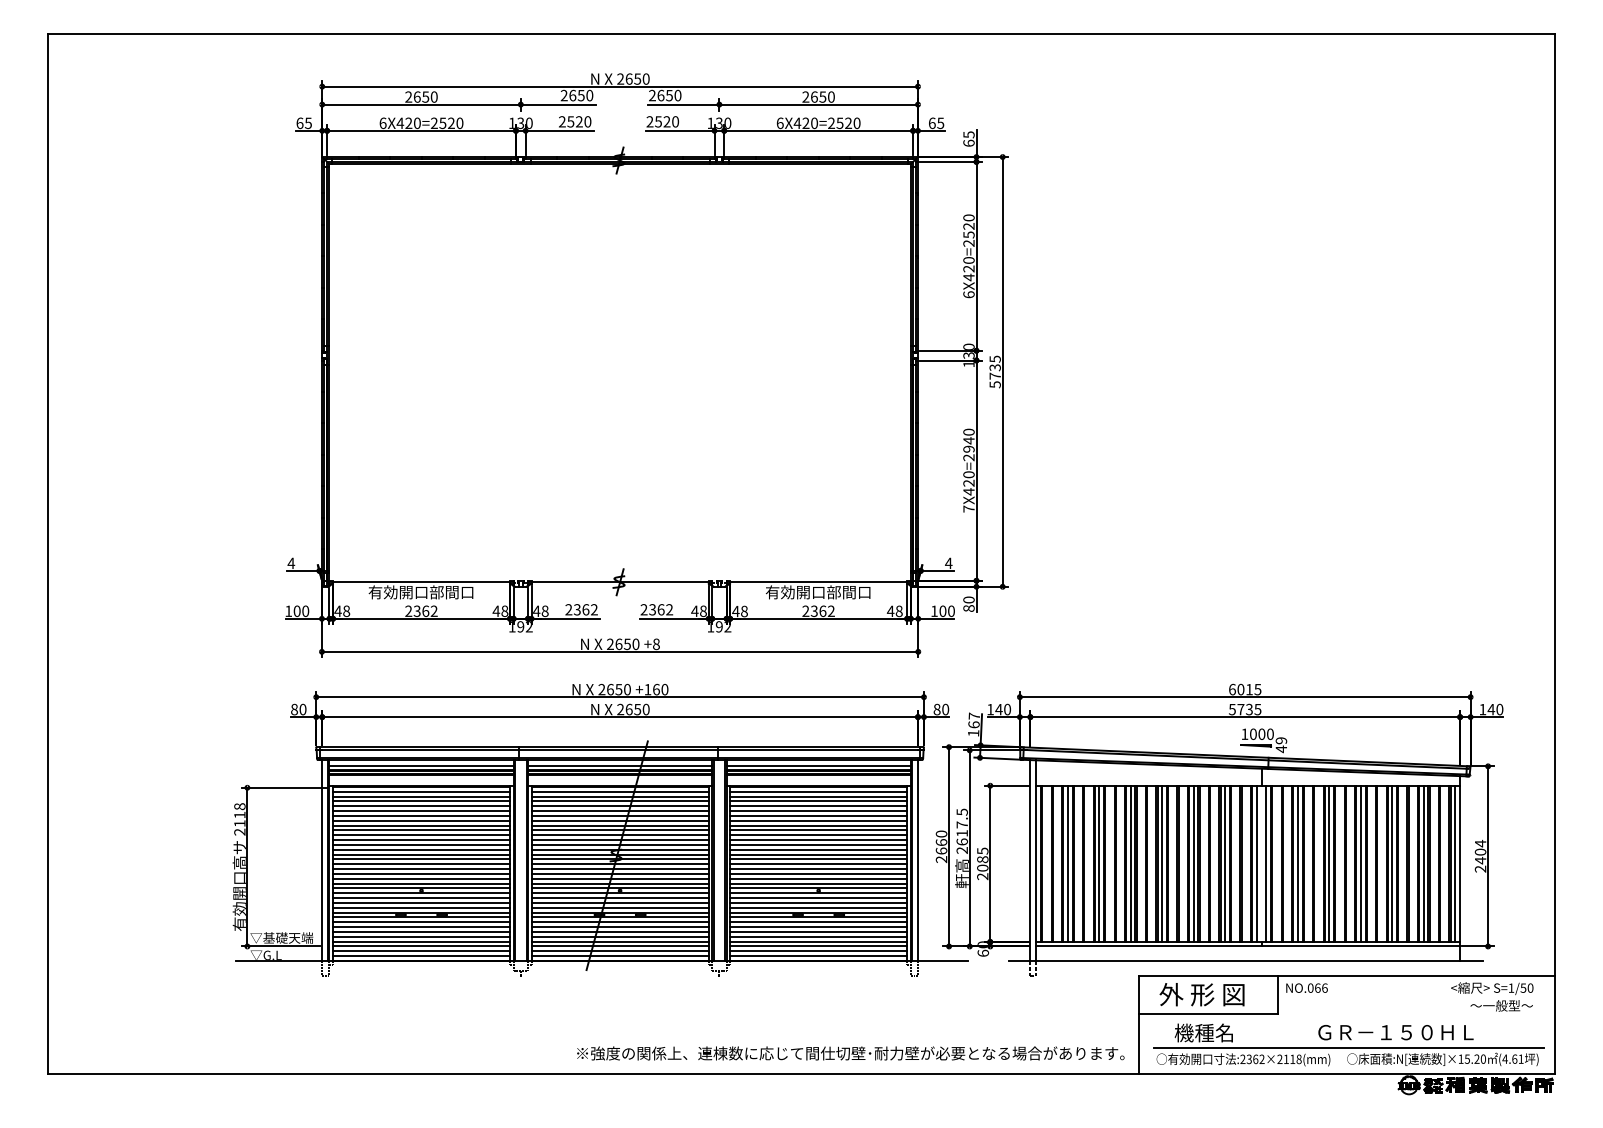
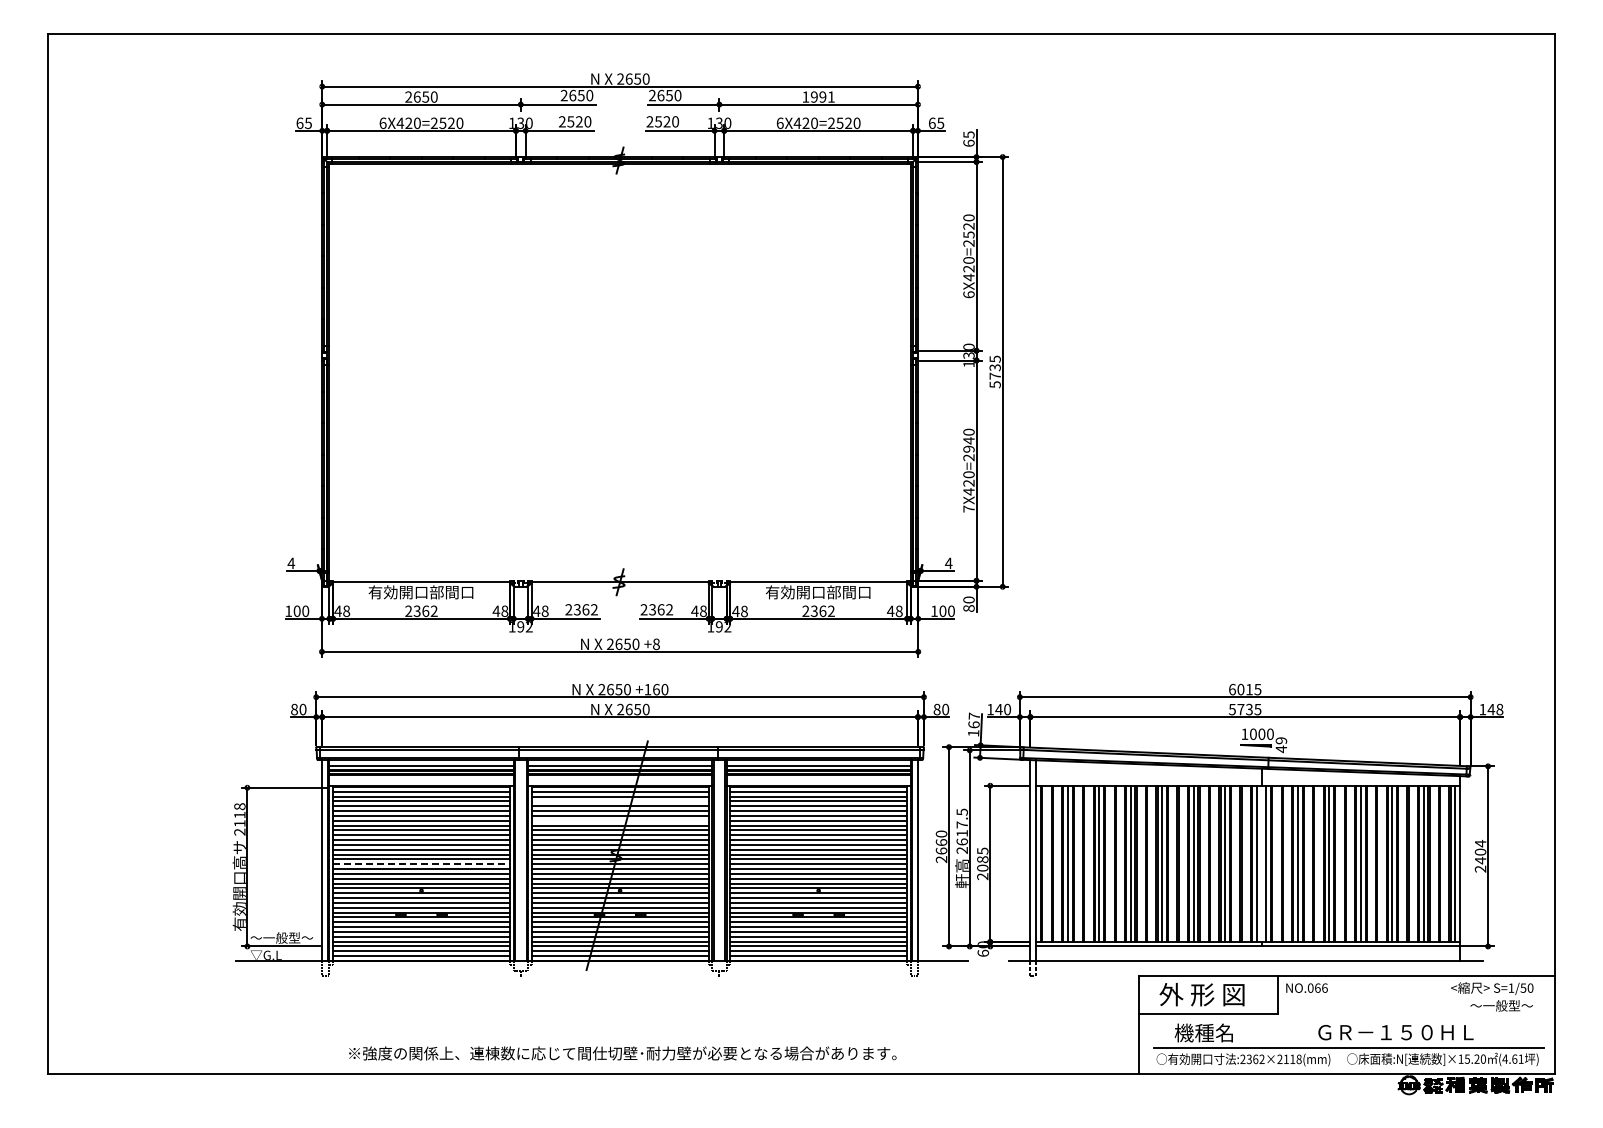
text at (818, 96): 2650 -> 1991
text at (1499, 709): 140 -> 148
line at (619, 801): present -> none
line at (619, 820): present -> none
line at (421, 864): solid -> dashed
text at (281, 937): ▽基礎天端 -> ～一般型～
text at (850, 1053) position: (850, 1053) -> (622, 1053)
